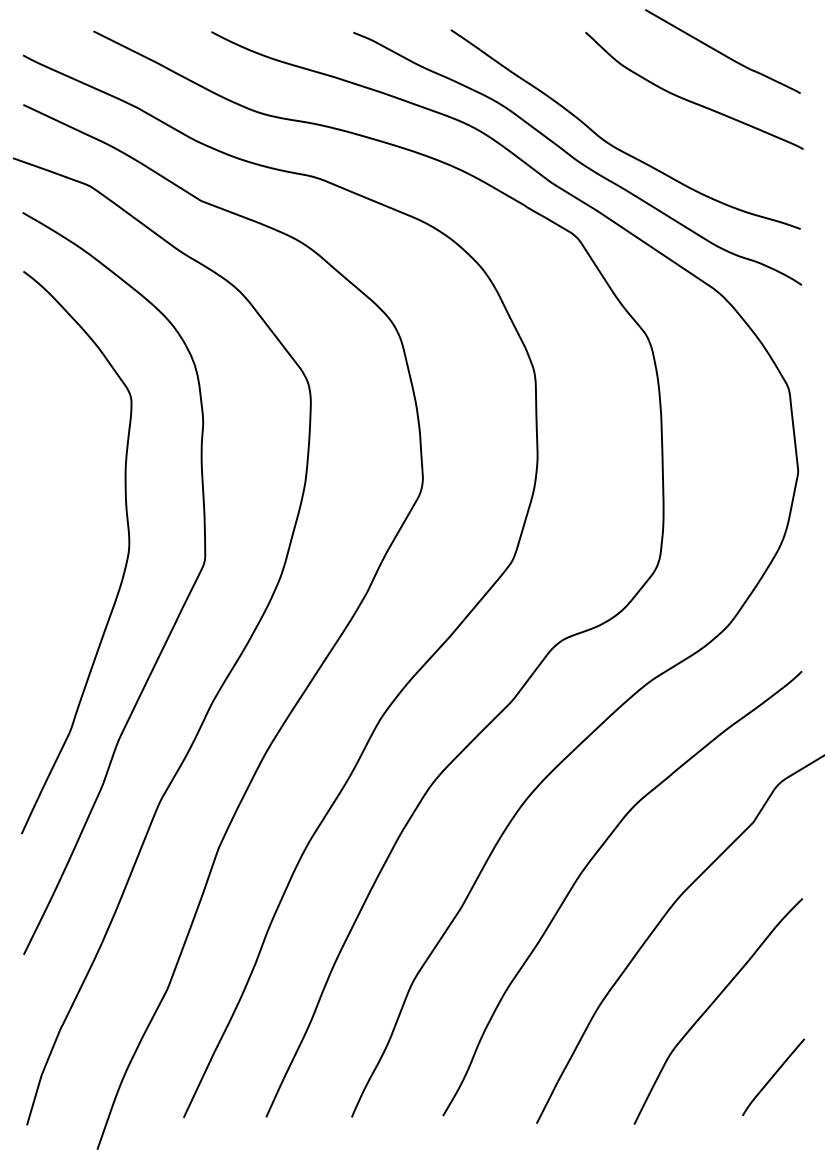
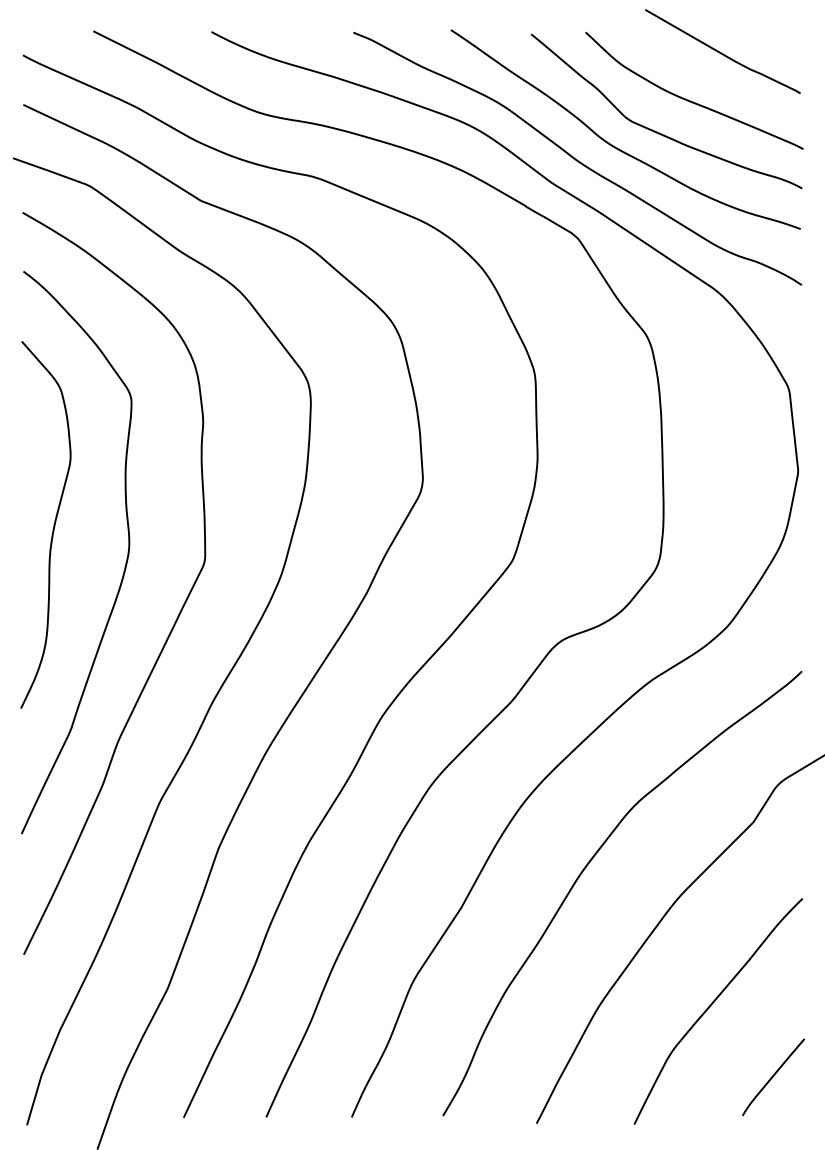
curve at (657, 131): none -> present
curve at (53, 524): none -> present
